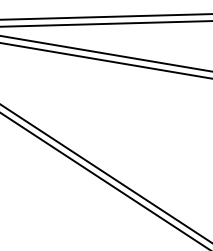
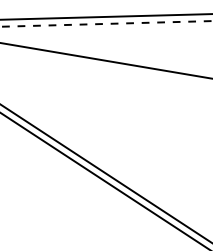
line at (107, 23): solid -> dashed
line at (105, 53): present -> none
